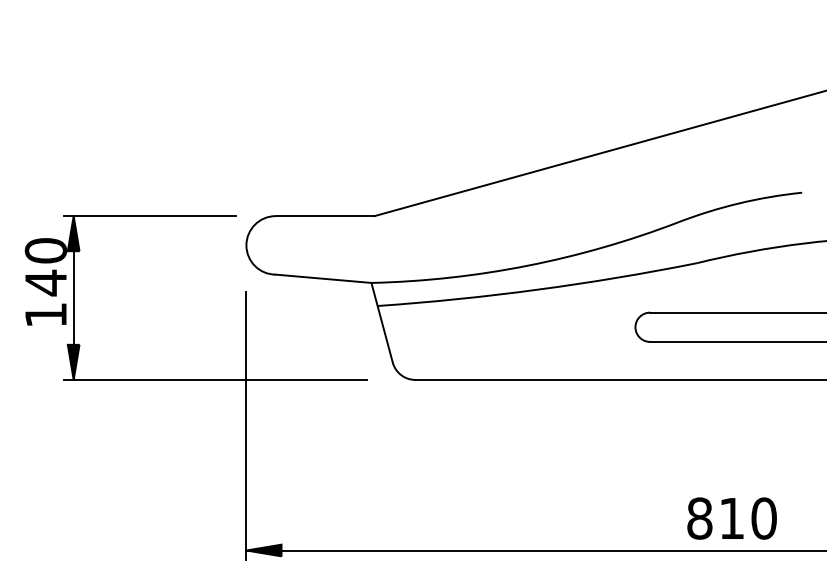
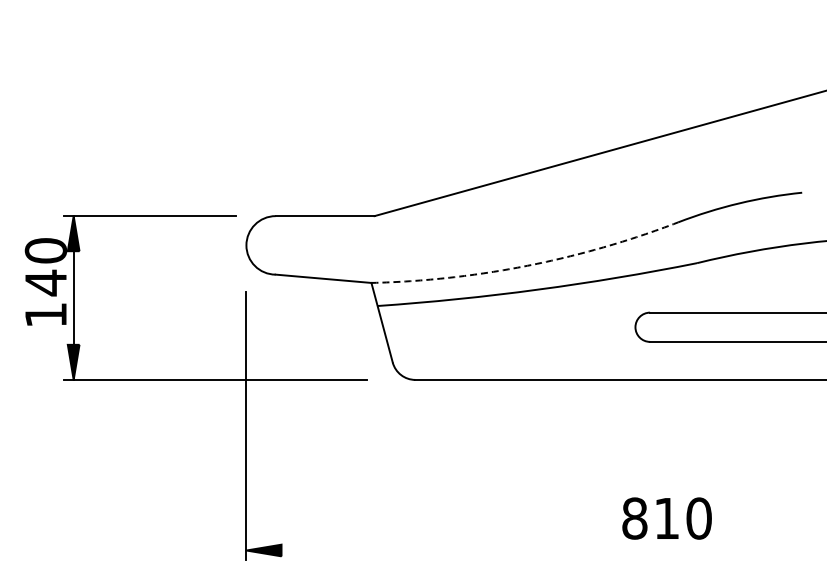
arc at (527, 265): solid -> dashed
text at (731, 518) position: (731, 518) -> (666, 518)
line at (534, 550): present -> none
